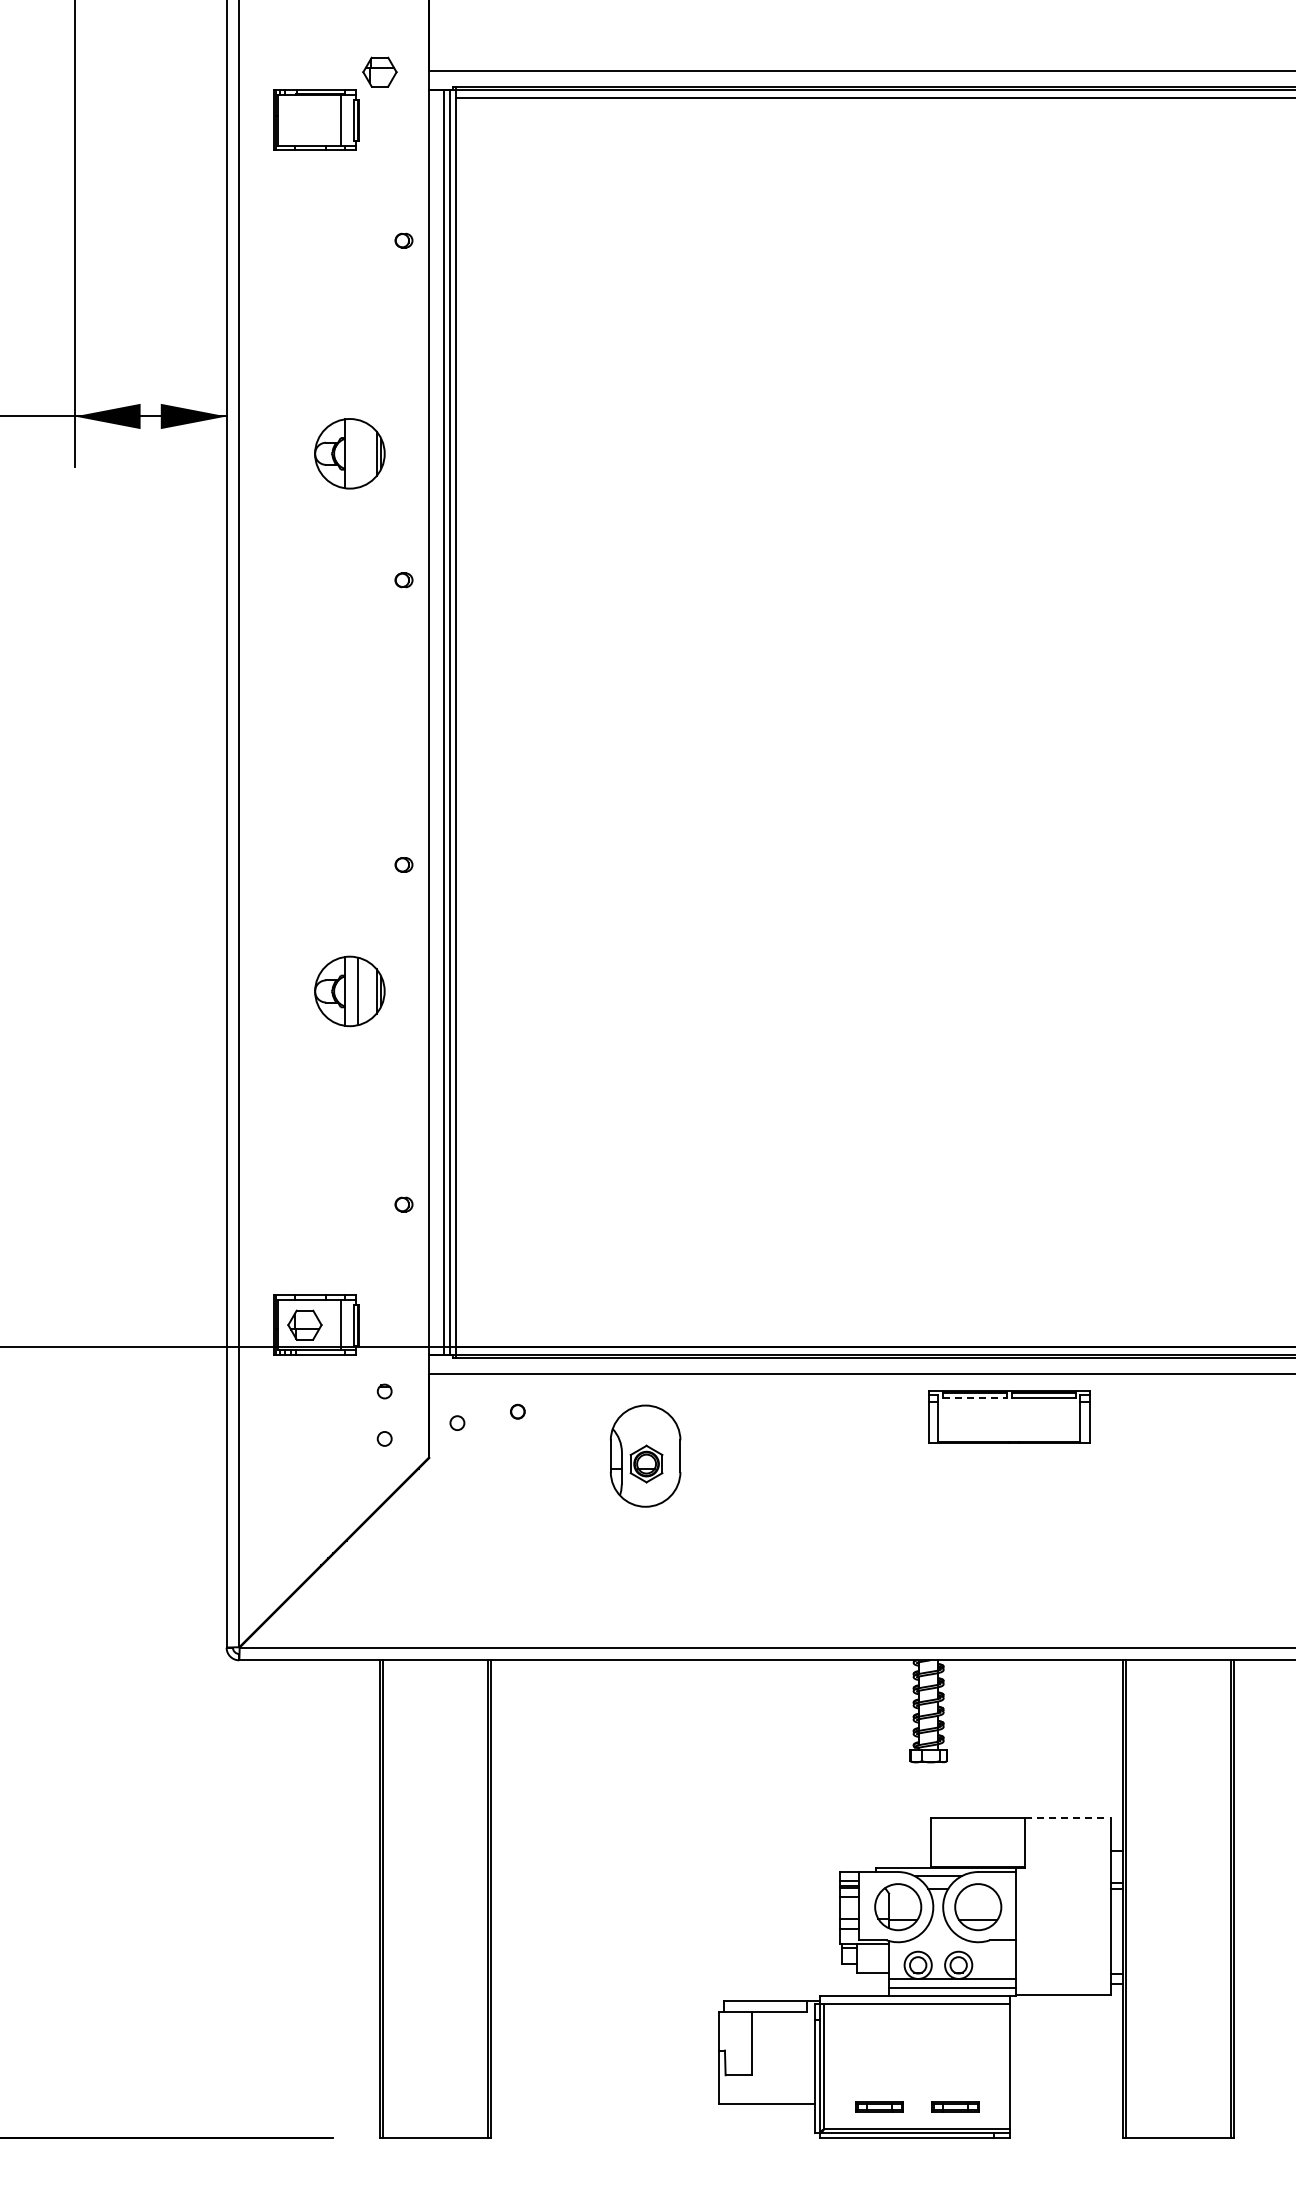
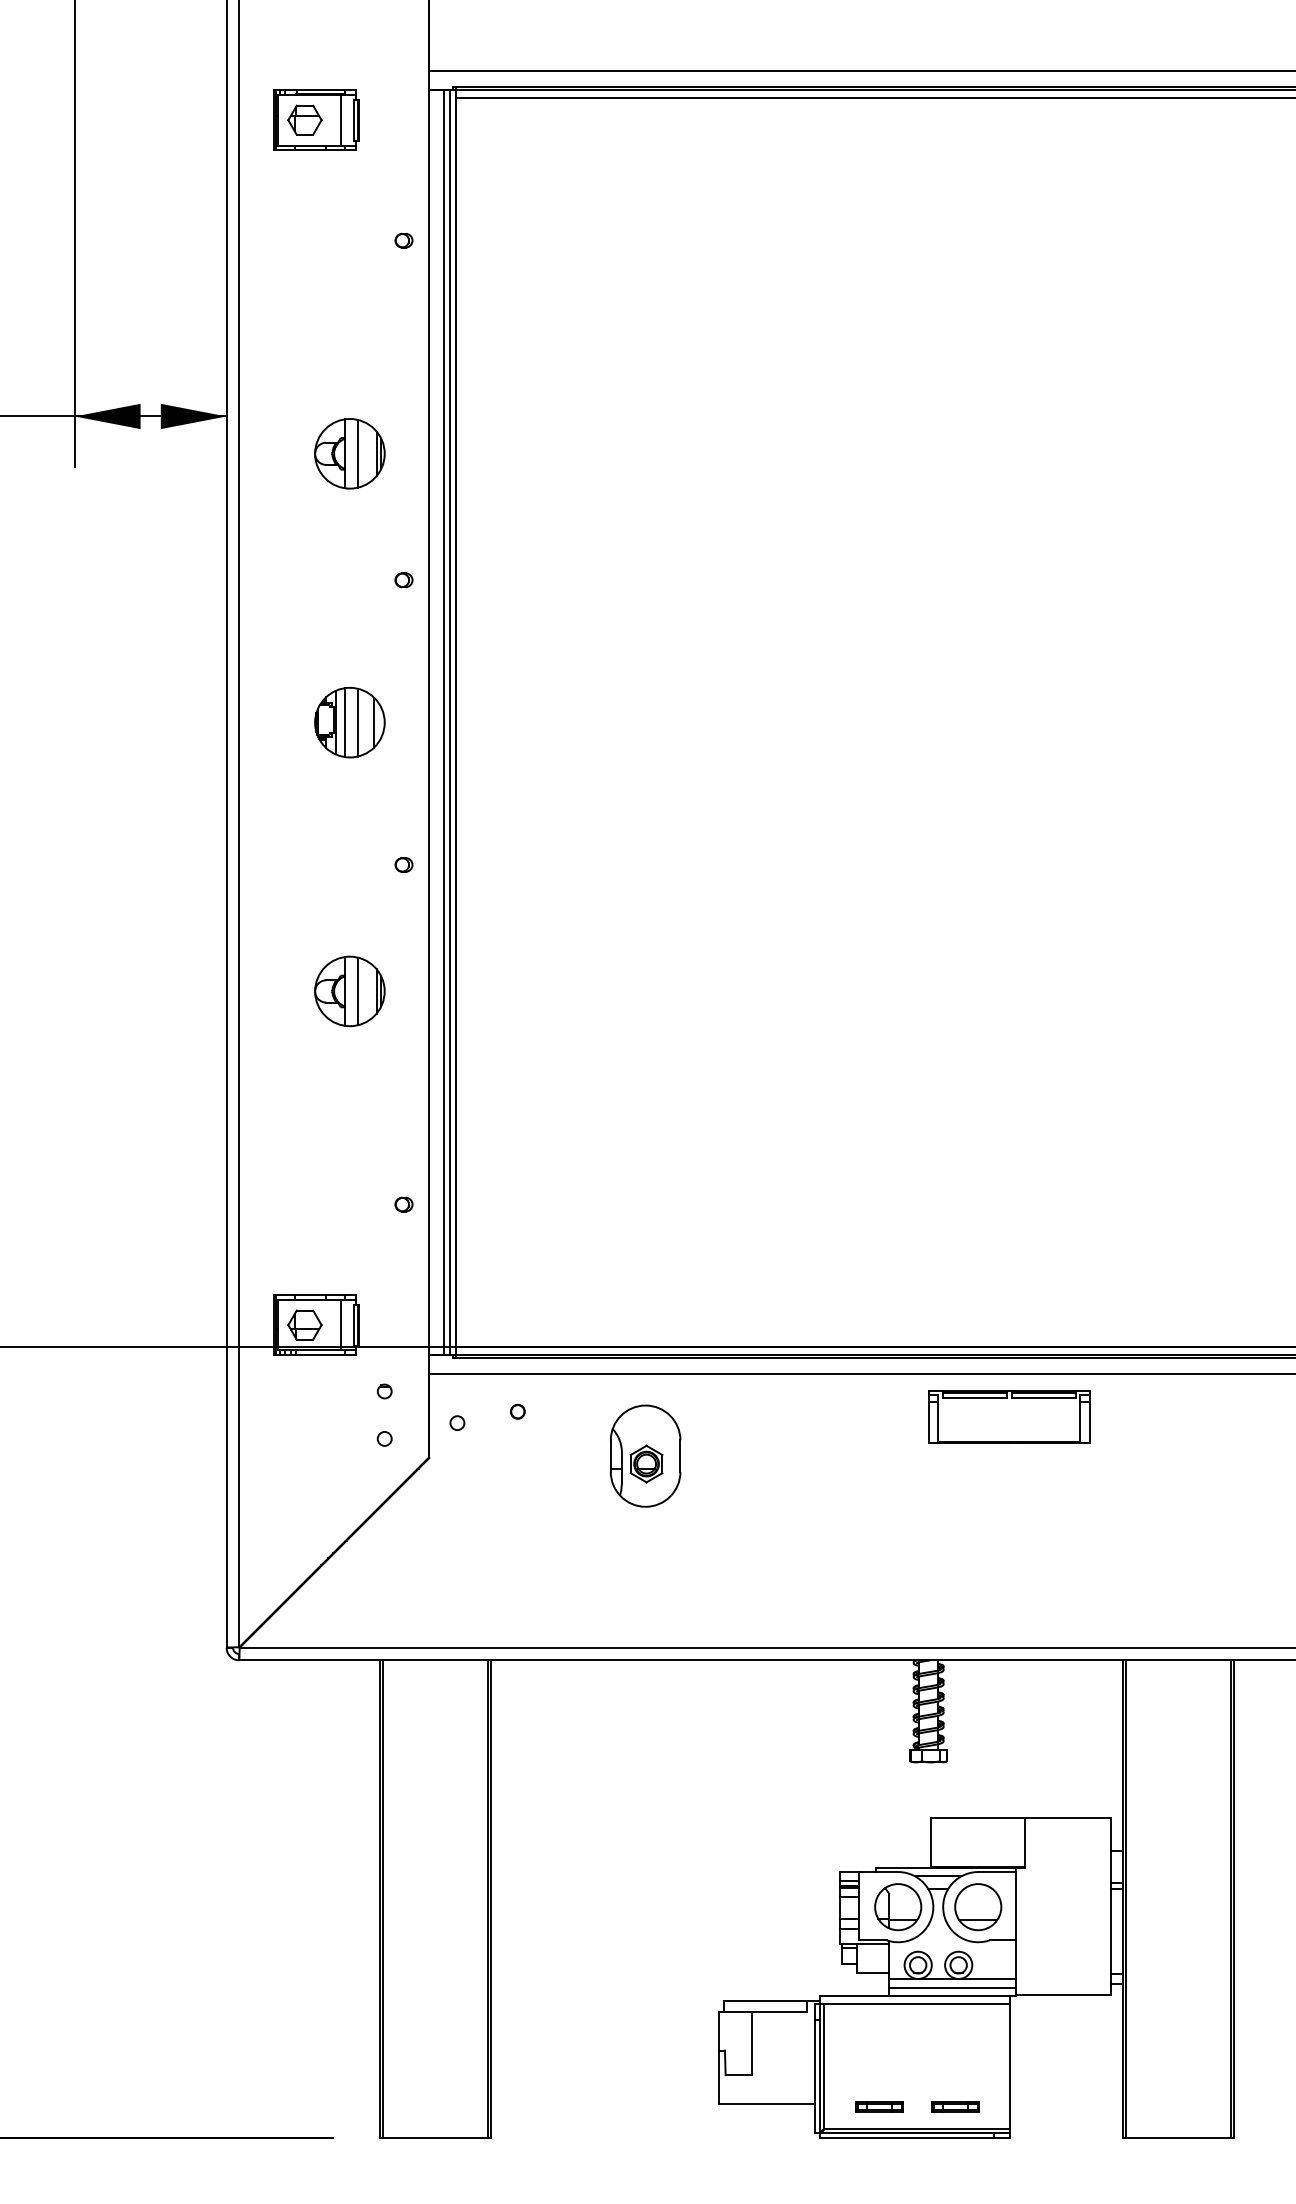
part at (379, 71) position: (379, 71) -> (304, 119)
line at (357, 453): none -> present
part at (349, 722): none -> present
line at (975, 1397): dashed -> solid
line at (1067, 1818): dashed -> solid
